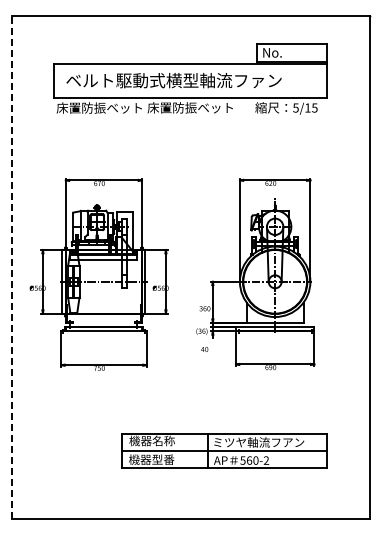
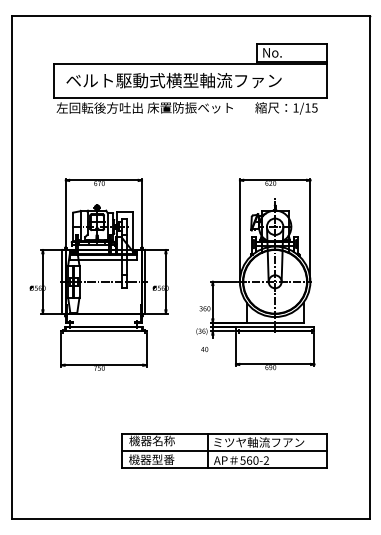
text at (99, 107): 床置防振ベット -> 左回転後方吐出
text at (295, 107): 5/15 -> 1/15
line at (11, 267): dashed -> solid
